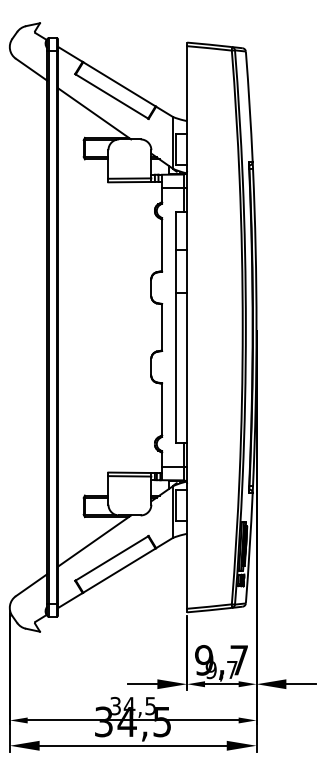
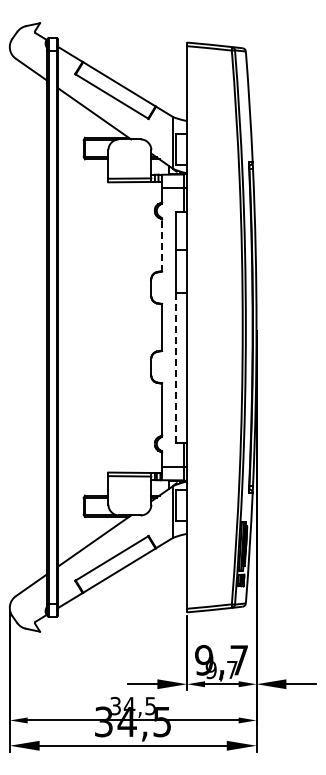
line at (162, 244): solid -> dashed
line at (176, 368): solid -> dashed
